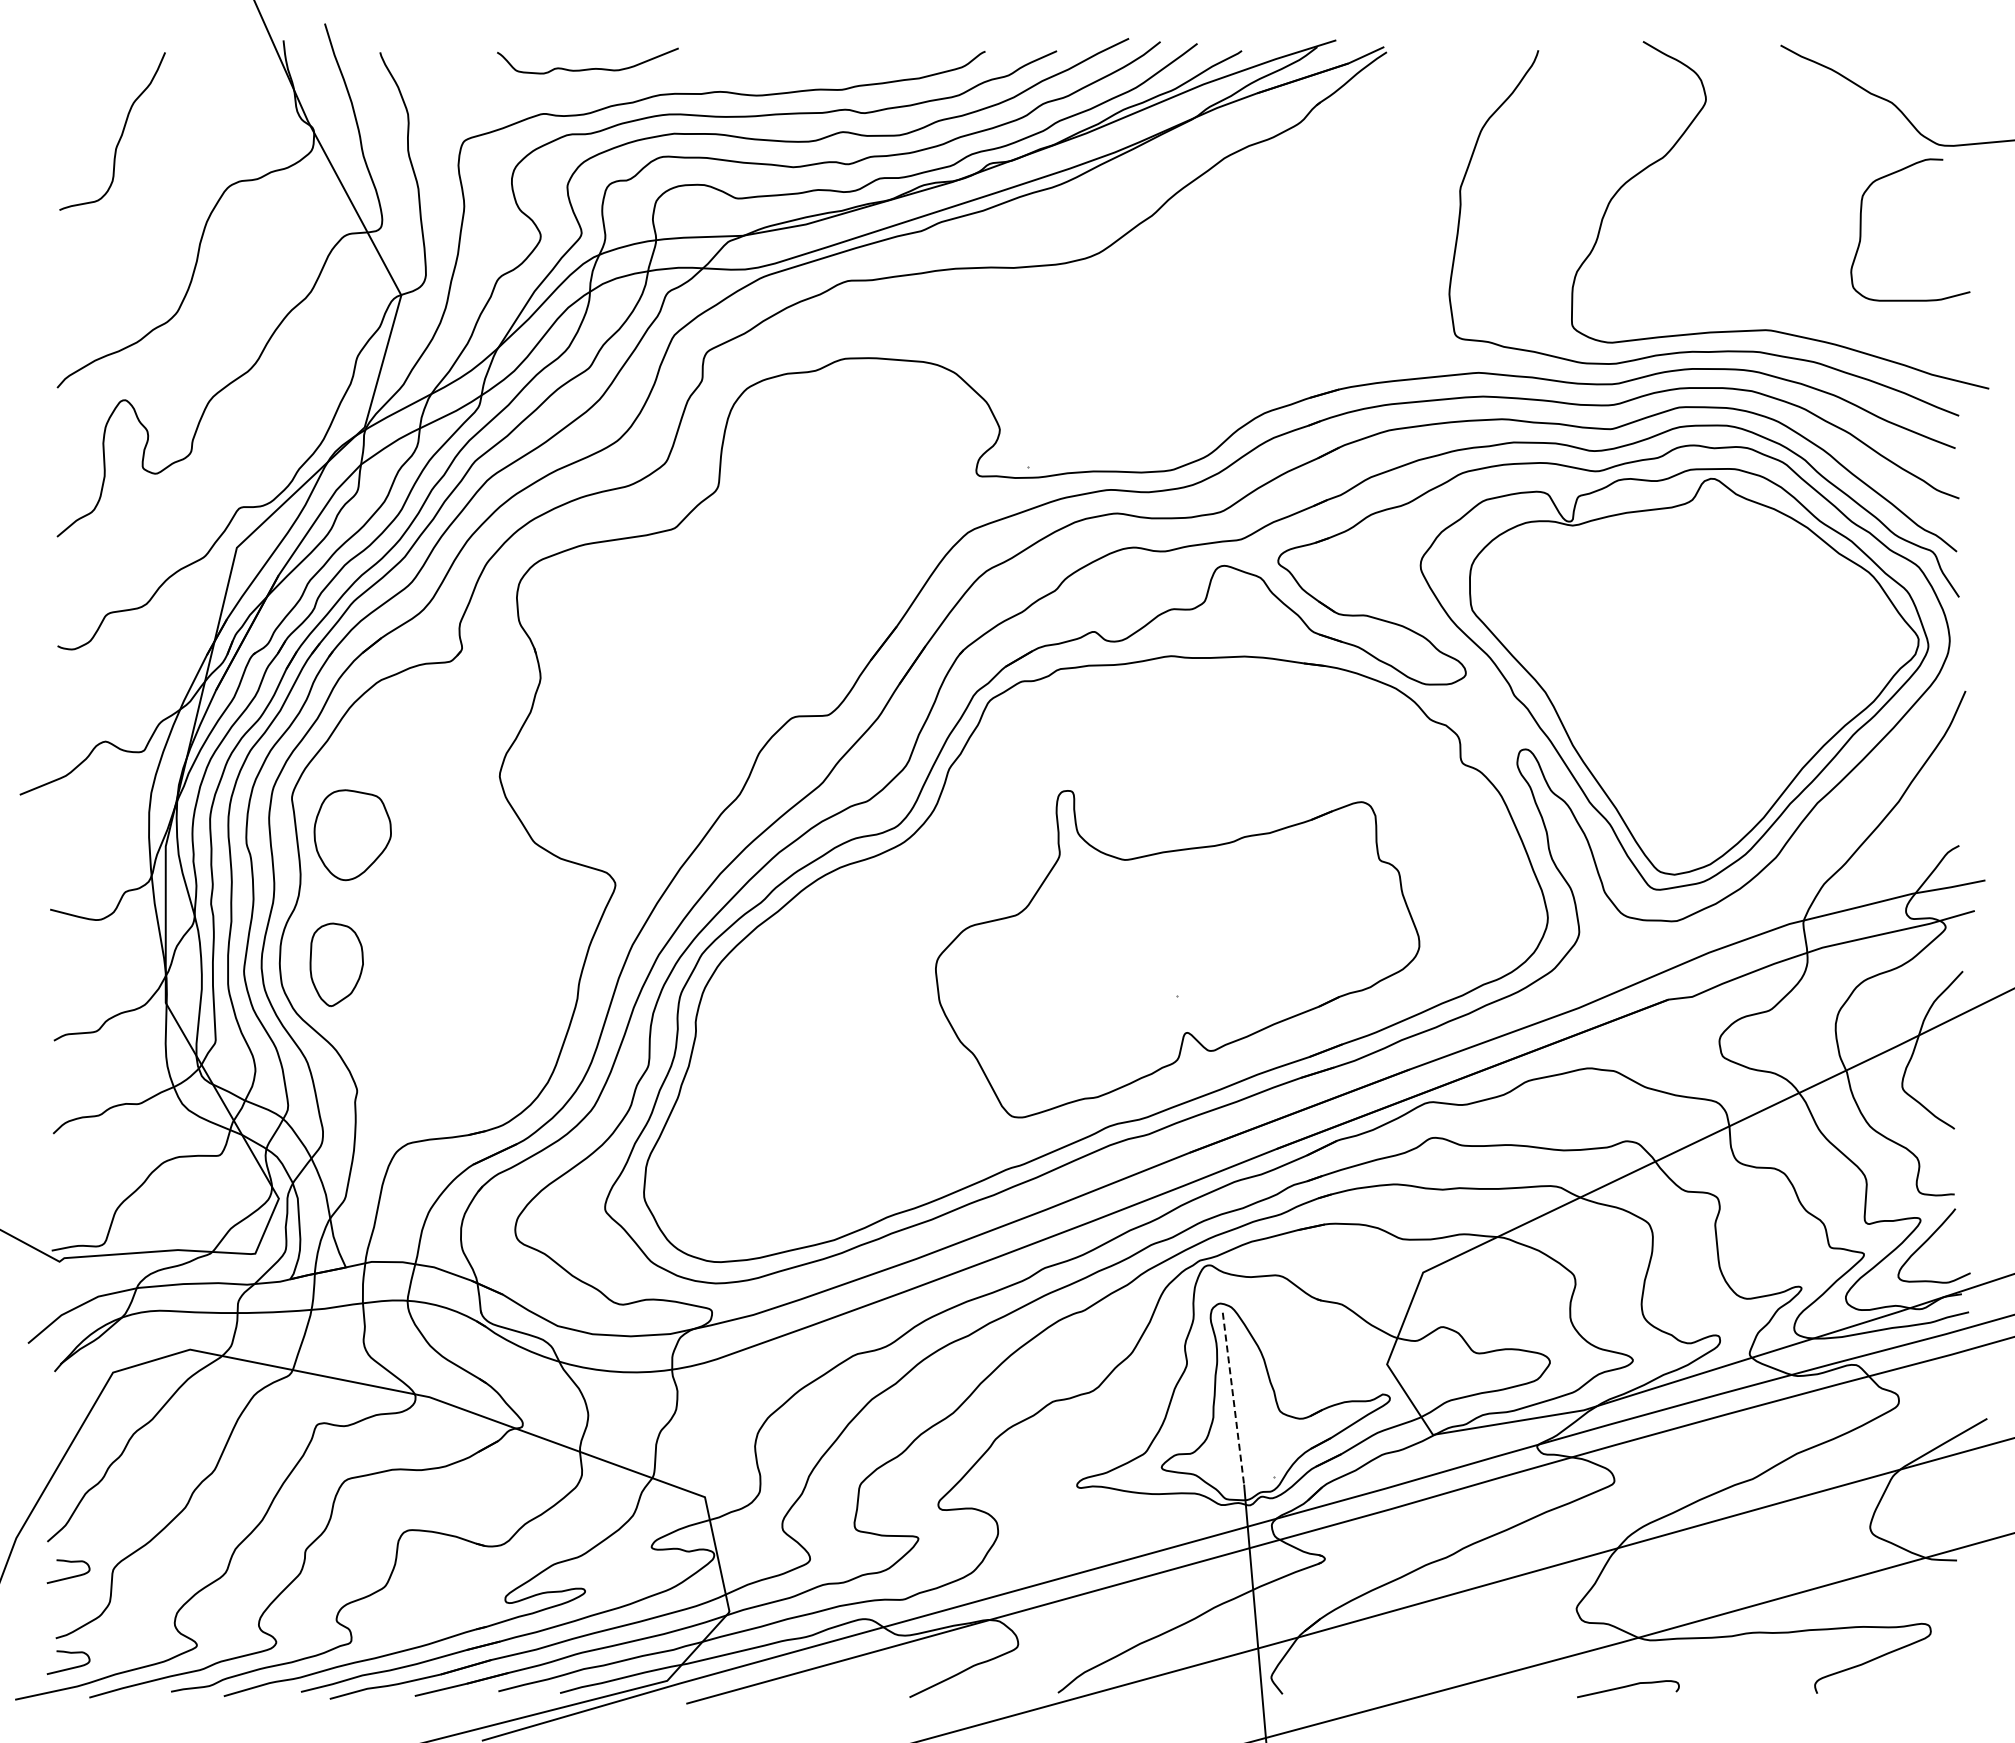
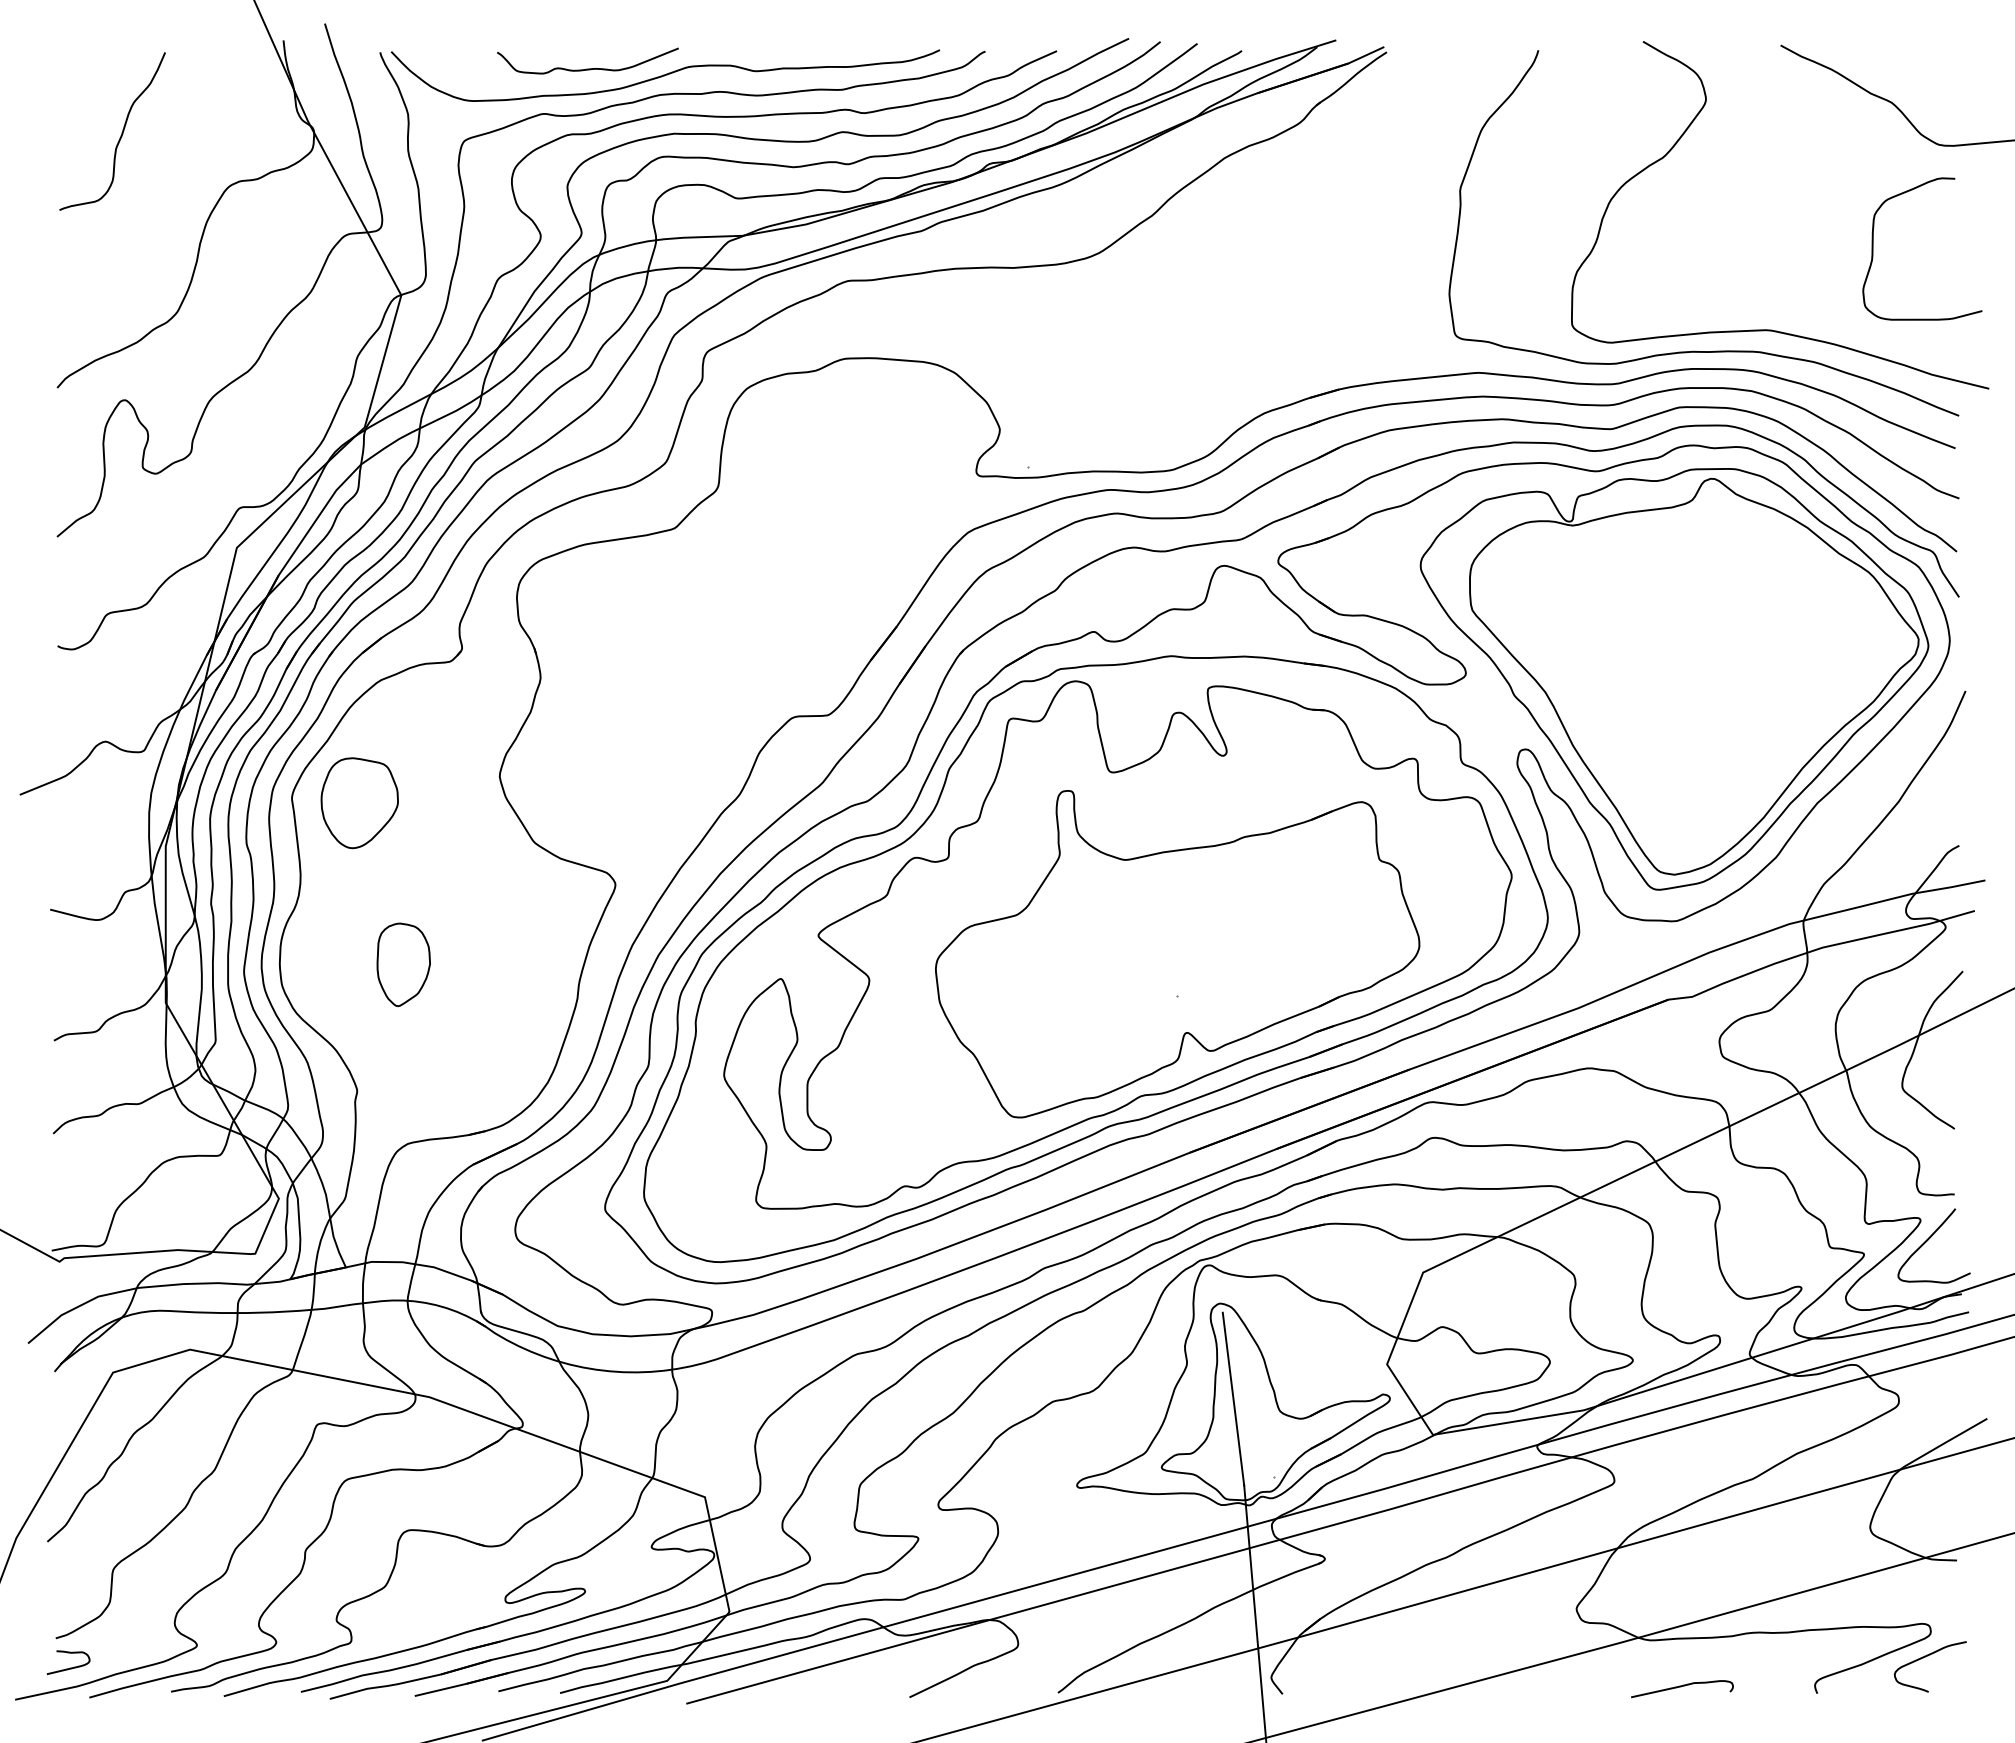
curve at (665, 75): none -> present
curve at (1861, 229) position: (1861, 229) -> (1873, 248)
part at (352, 835) position: (352, 835) -> (359, 803)
part at (1117, 944): none -> present
part at (336, 964) position: (336, 964) -> (403, 964)
line at (1233, 1399): dashed -> solid
curve at (70, 1576): present -> none
curve at (1925, 1657): none -> present
curve at (1627, 1687) position: (1627, 1687) -> (1681, 1687)
